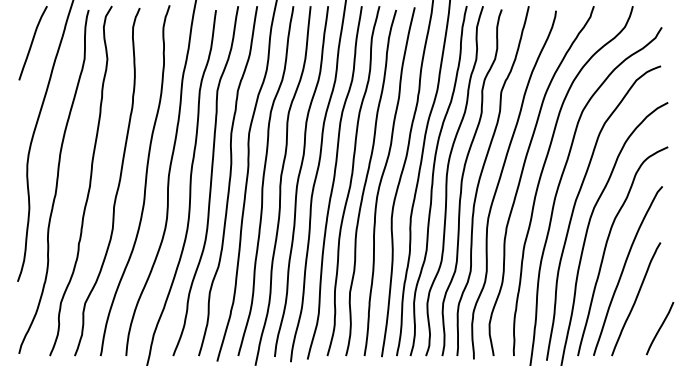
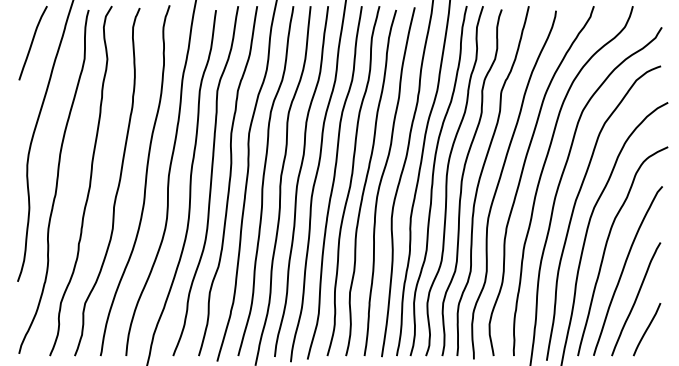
line at (659, 328) position: (659, 328) -> (646, 329)
